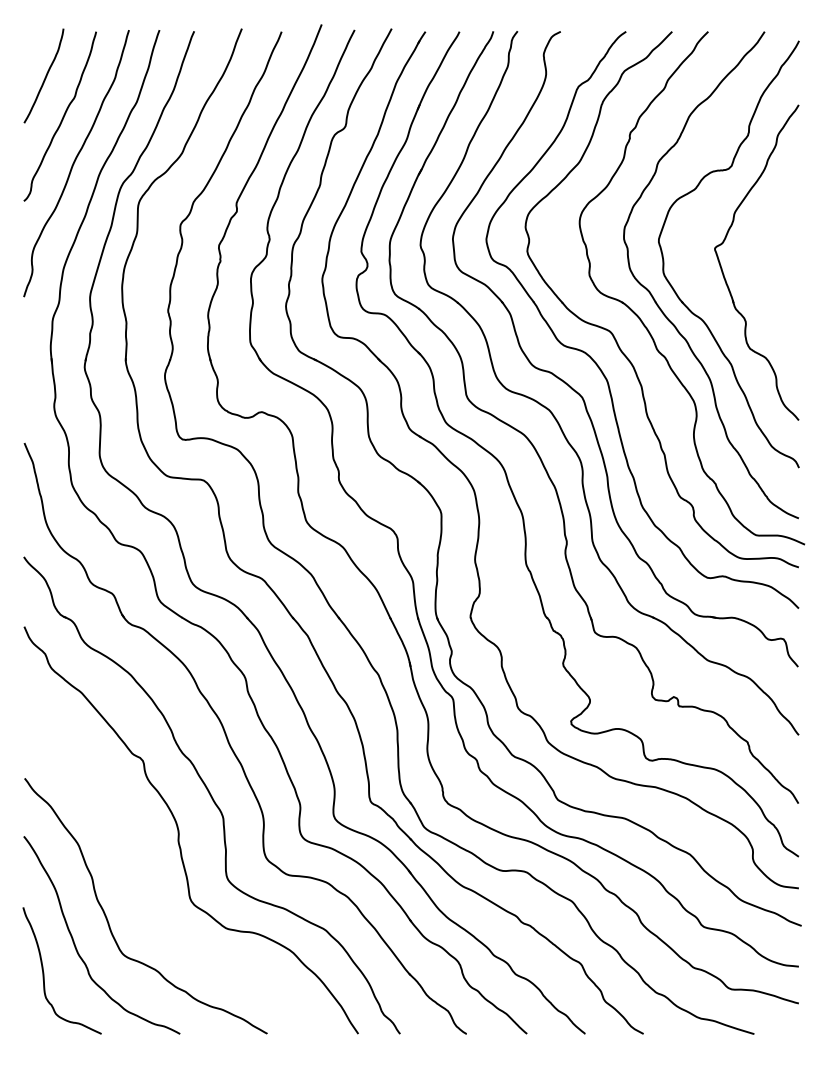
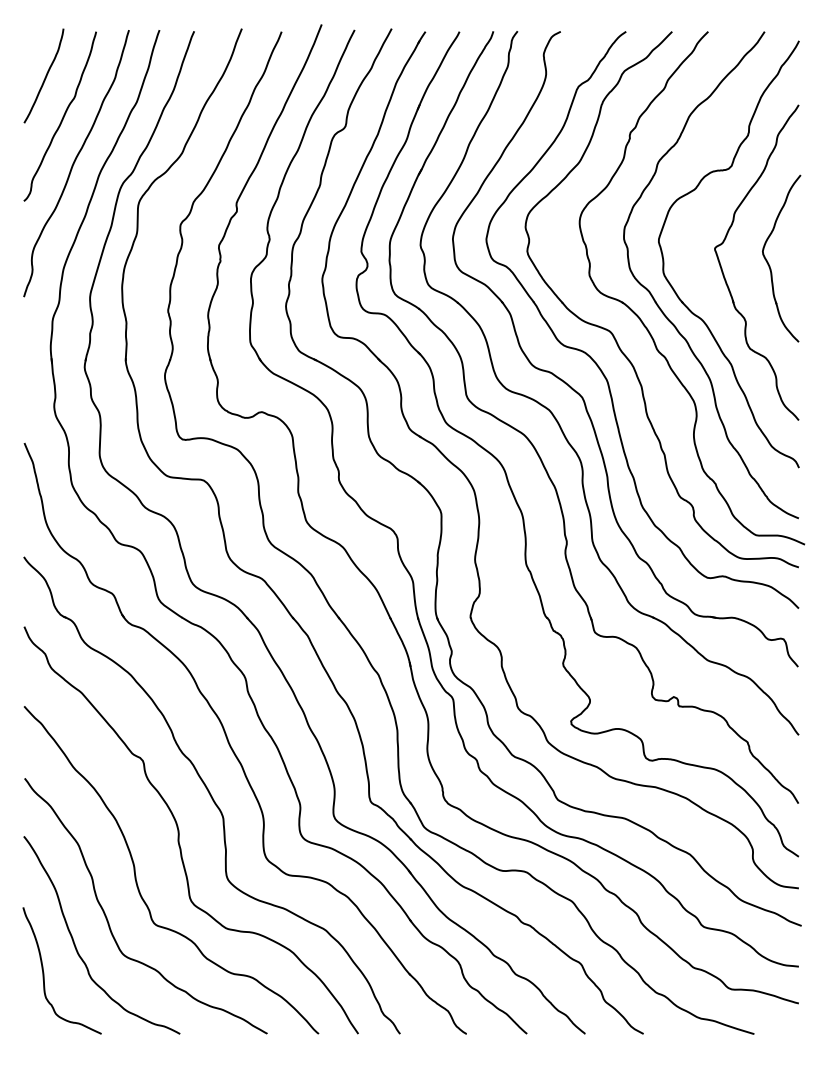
part at (769, 264): none -> present
curve at (136, 875): none -> present
